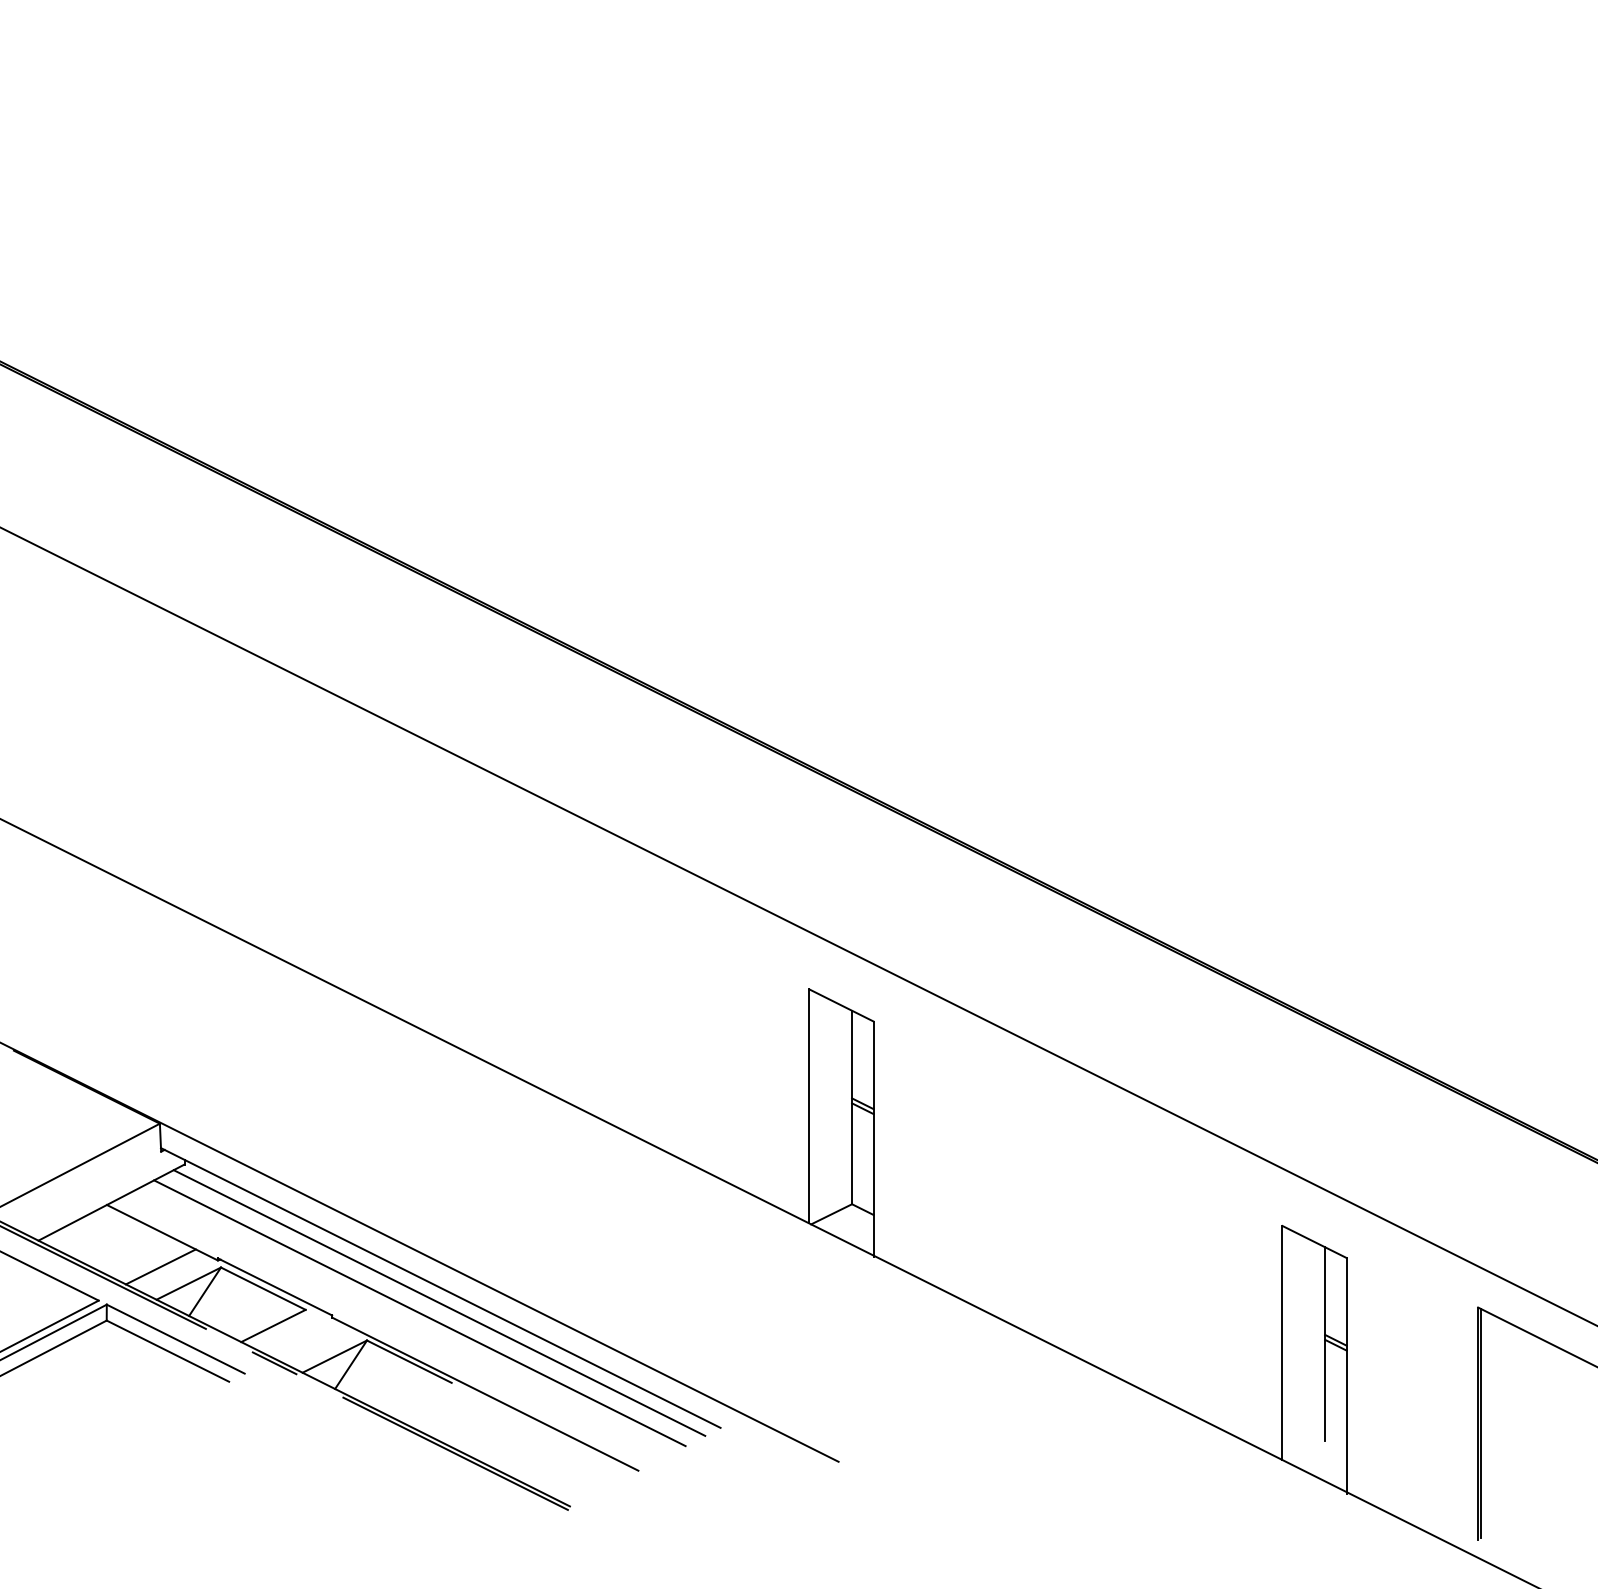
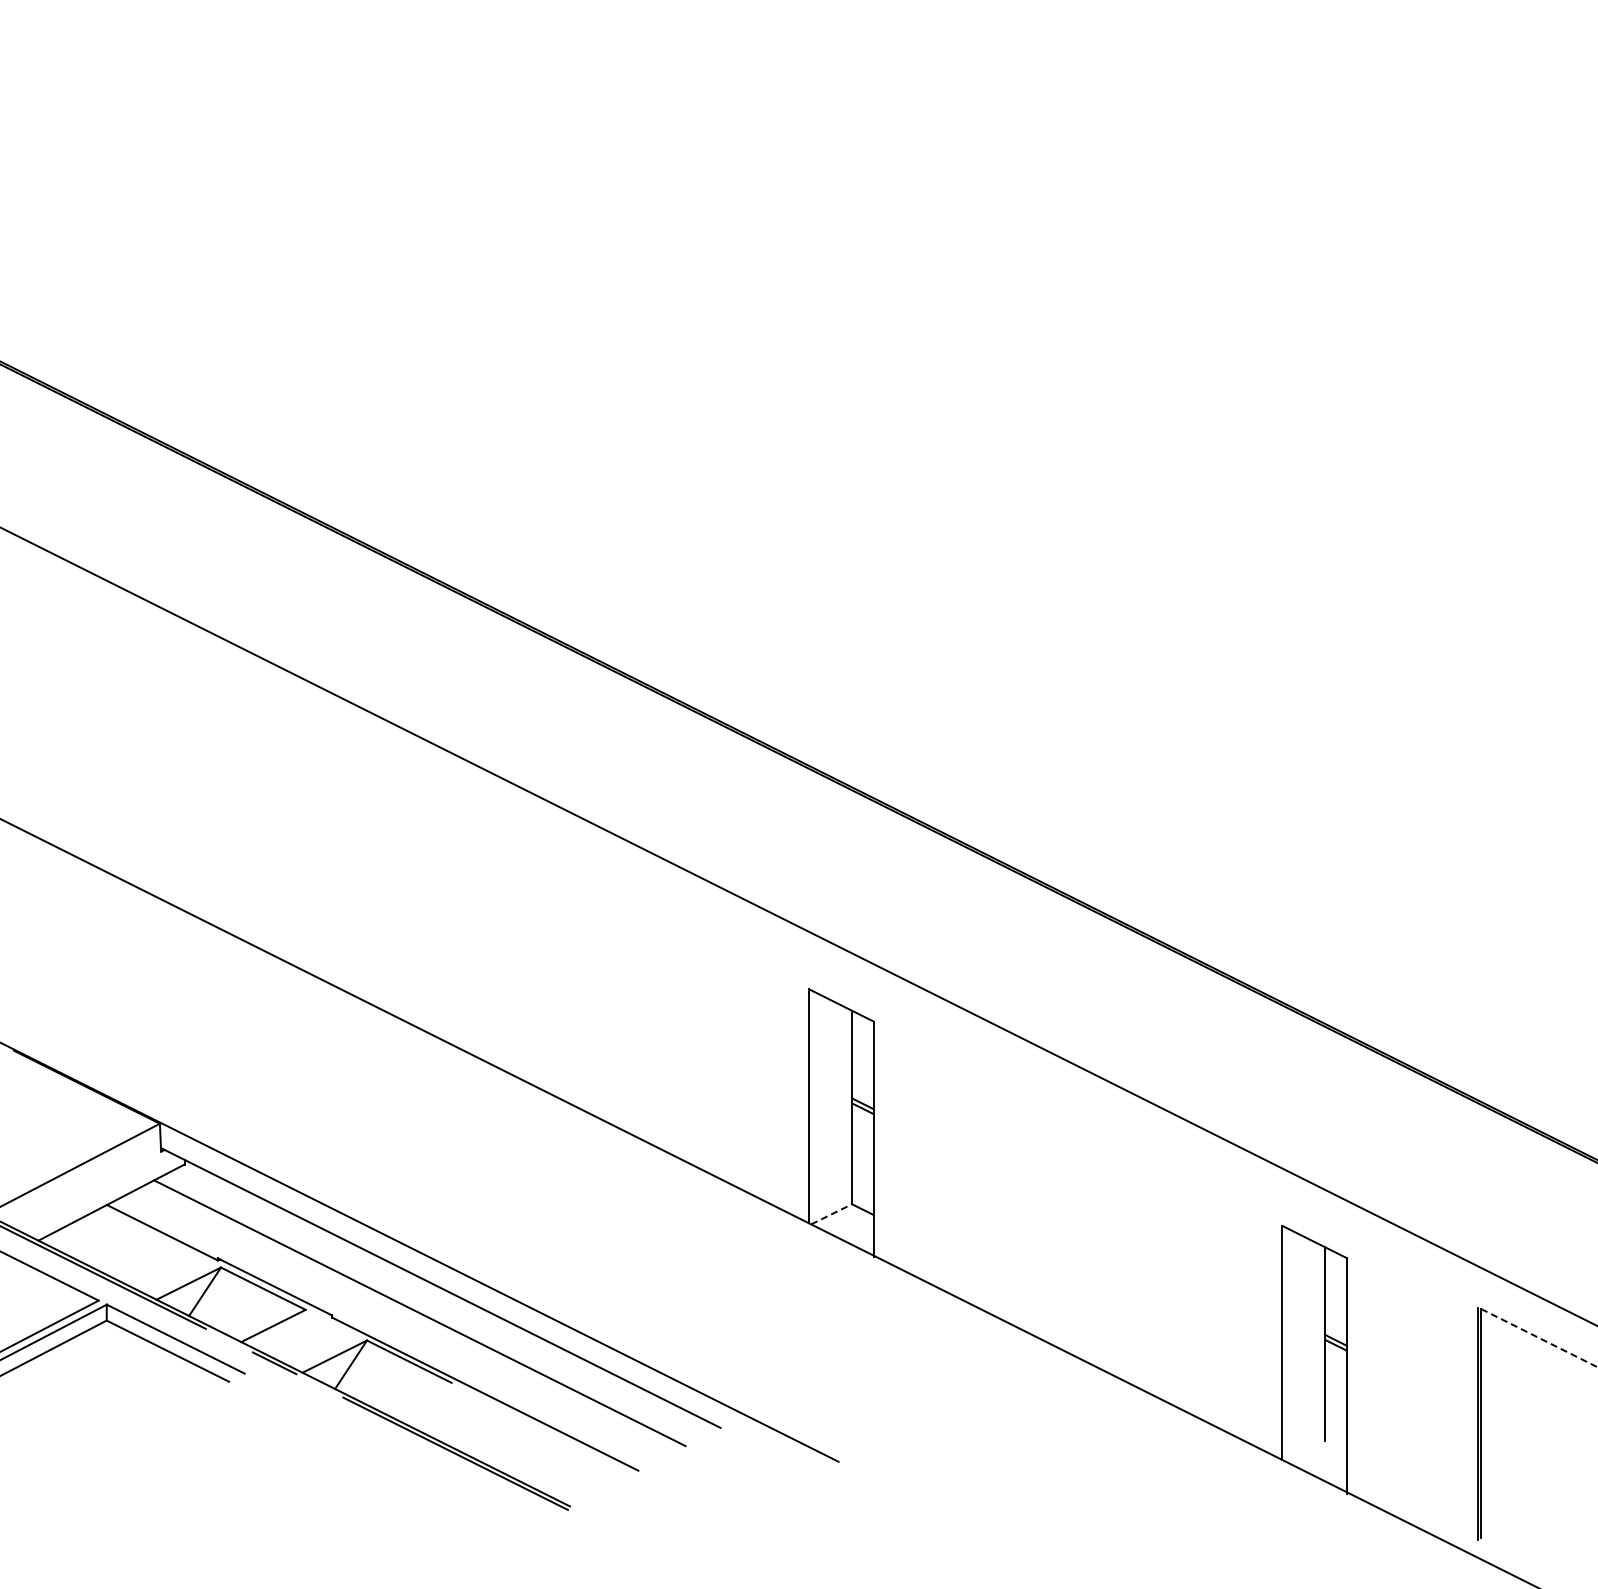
line at (831, 1214): solid -> dashed
line at (160, 1266): present -> none
line at (439, 1302): present -> none
line at (1537, 1337): solid -> dashed
